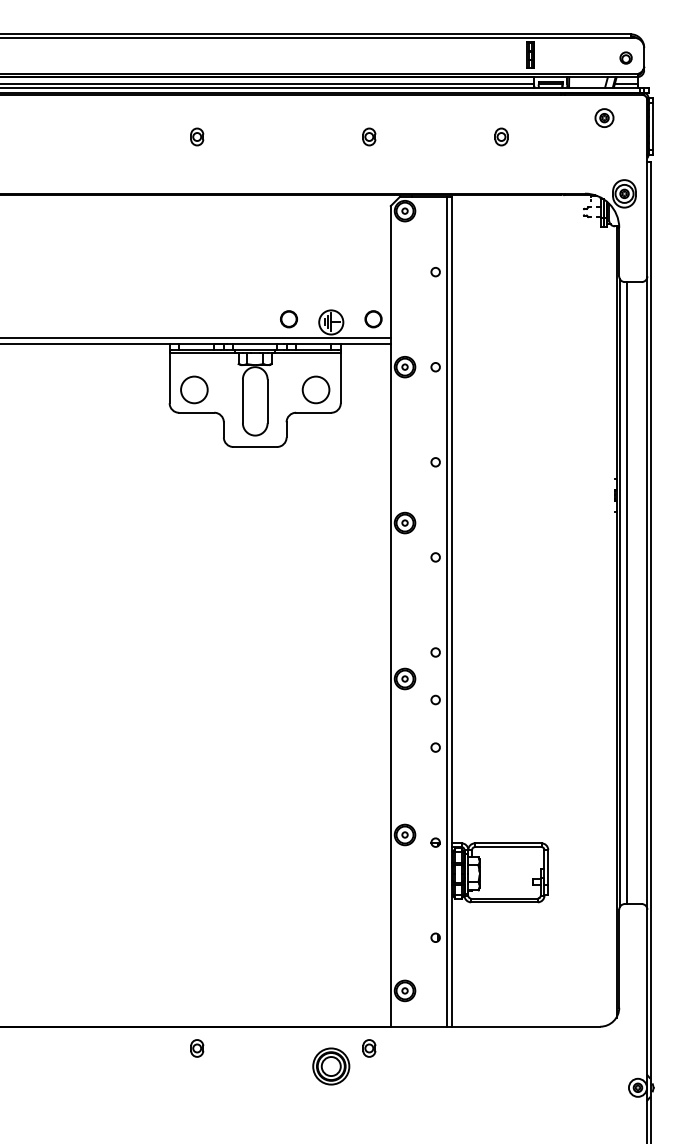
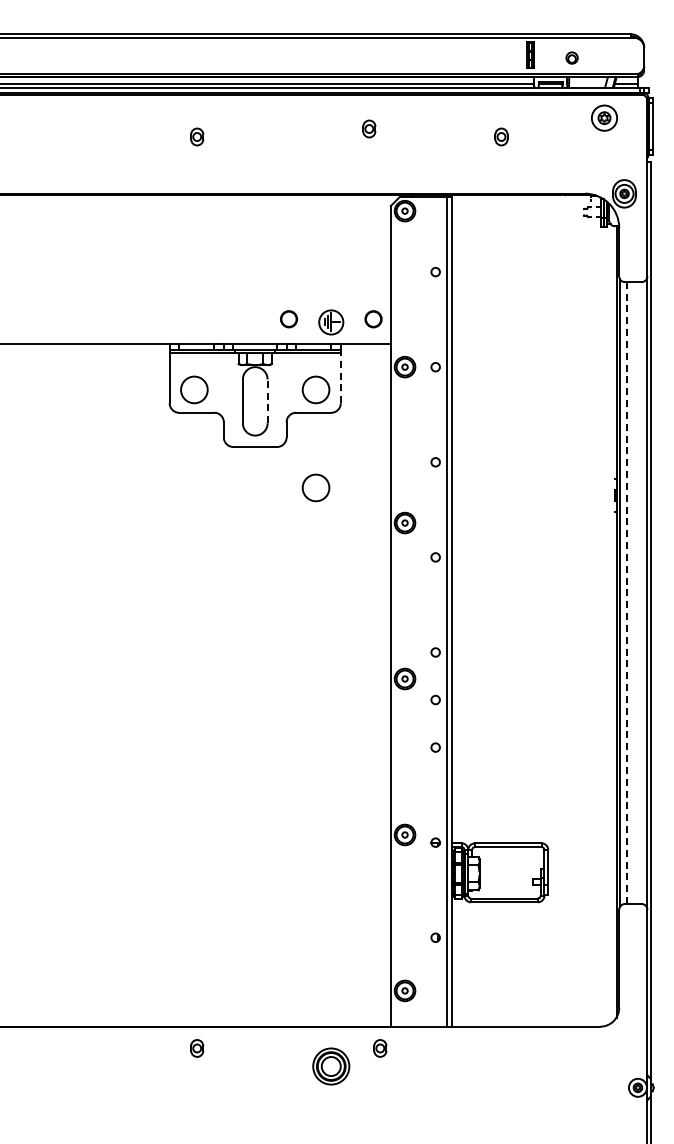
part at (625, 57) position: (625, 57) -> (571, 57)
part at (604, 117) size: 21x20 px -> 27x28 px
part at (369, 136) position: (369, 136) -> (369, 128)
line at (196, 337): present -> none
line at (340, 377): solid -> dashed
line at (267, 401): solid -> dashed
circle at (315, 487): none -> present
line at (626, 593): solid -> dashed
part at (369, 1048) position: (369, 1048) -> (380, 1048)
